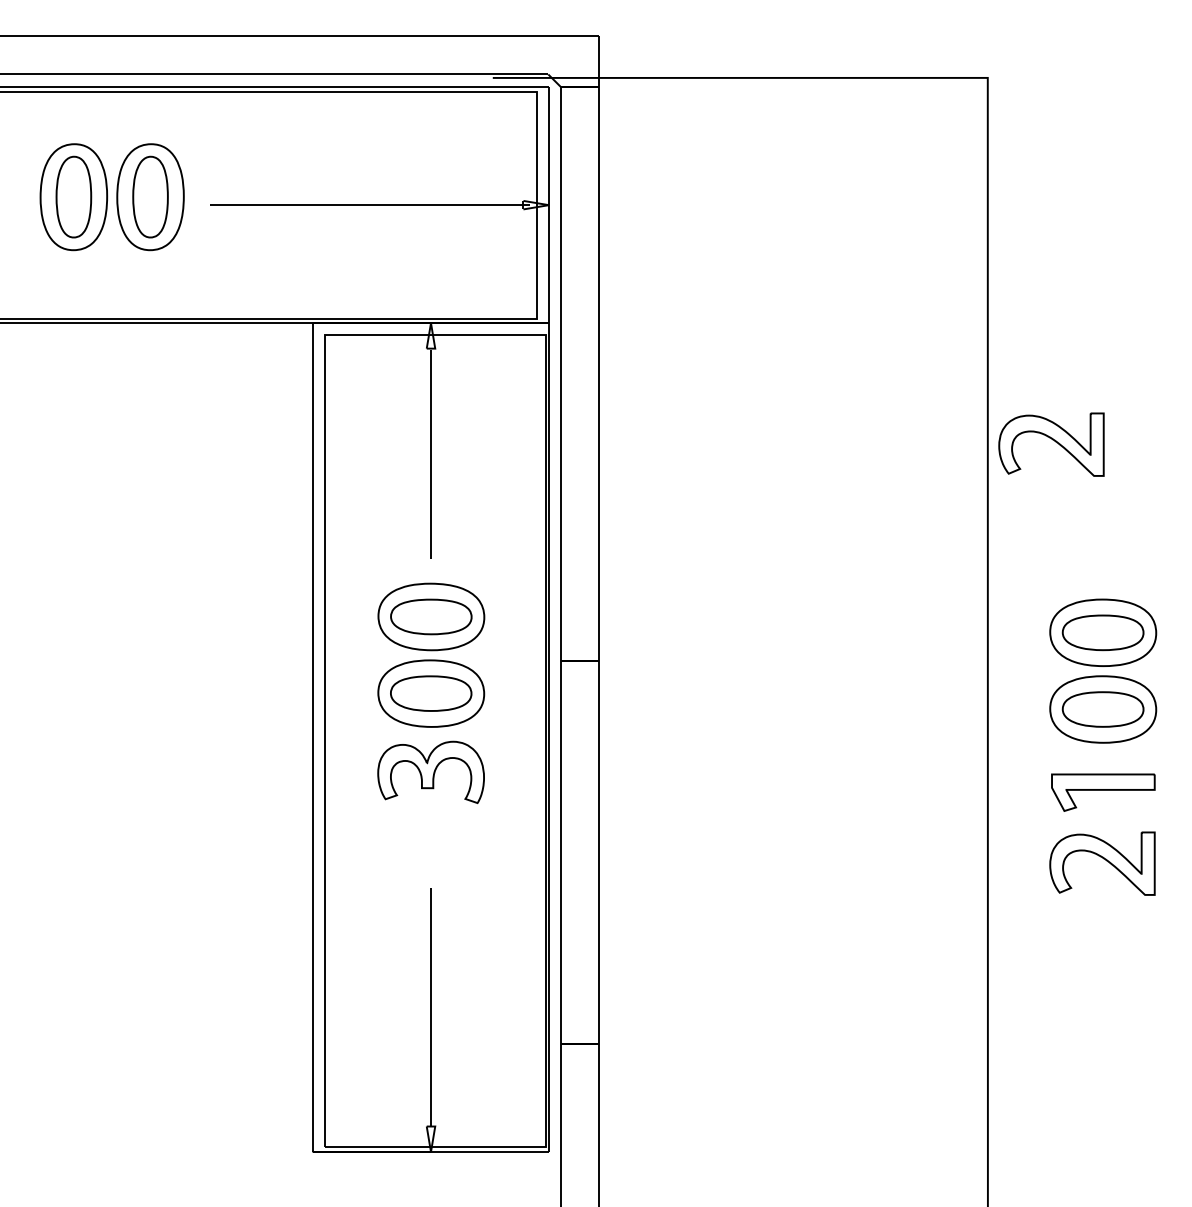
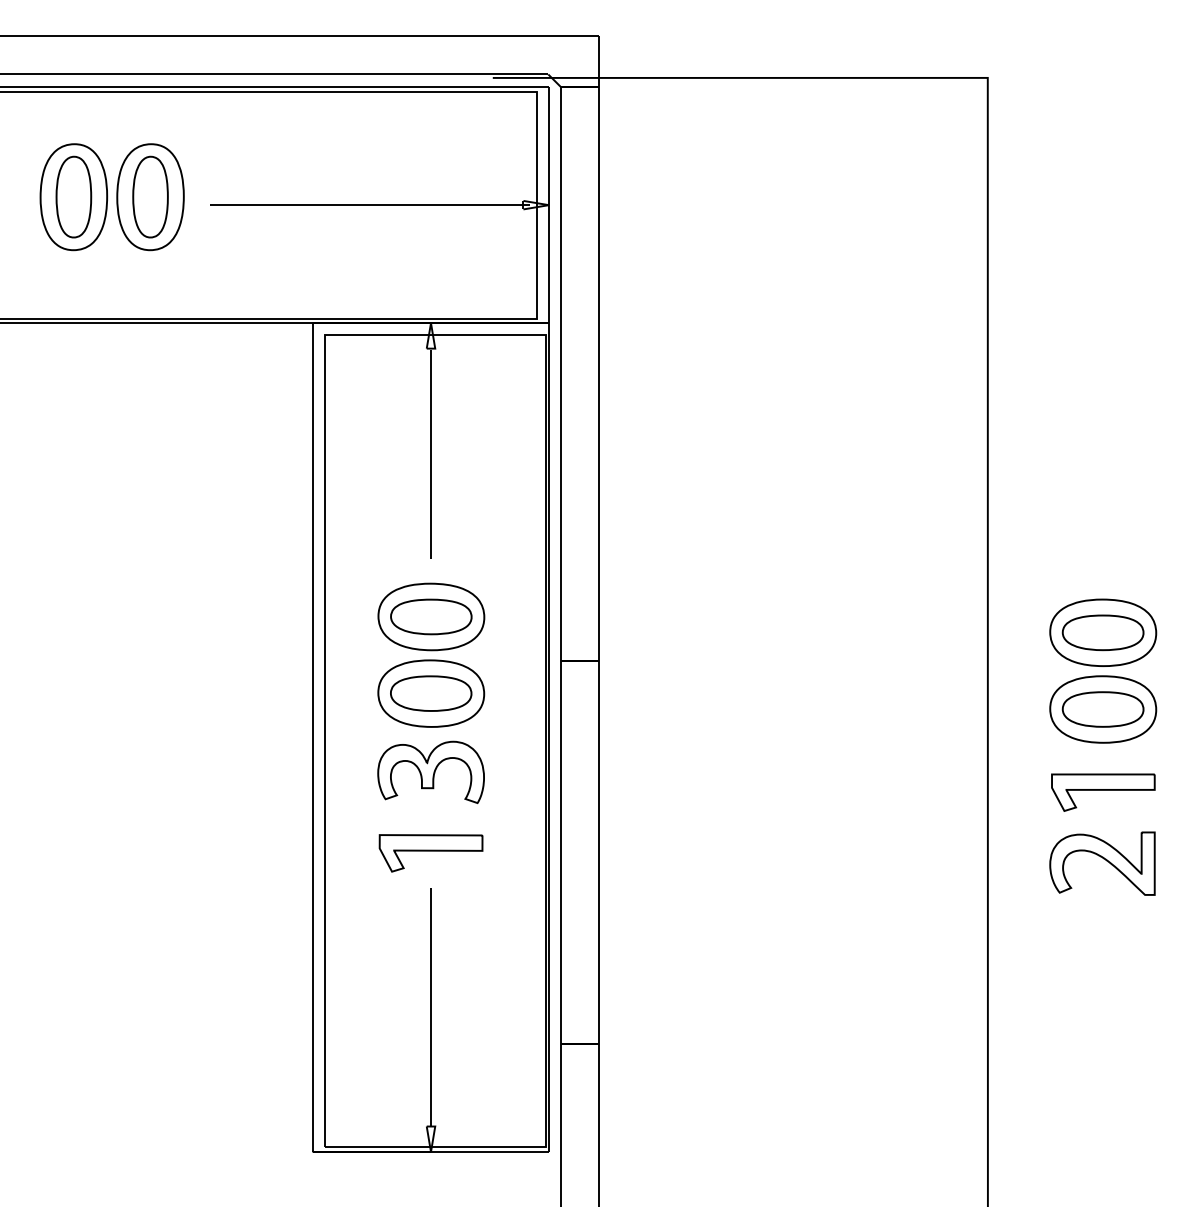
part at (1051, 444): present -> none
part at (430, 853): none -> present
